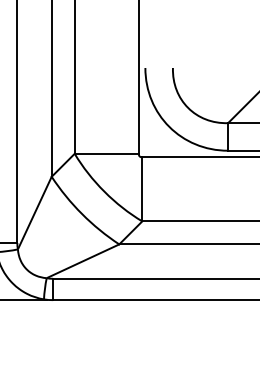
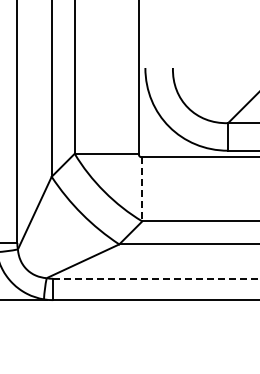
line at (142, 189): solid -> dashed
line at (156, 278): solid -> dashed
